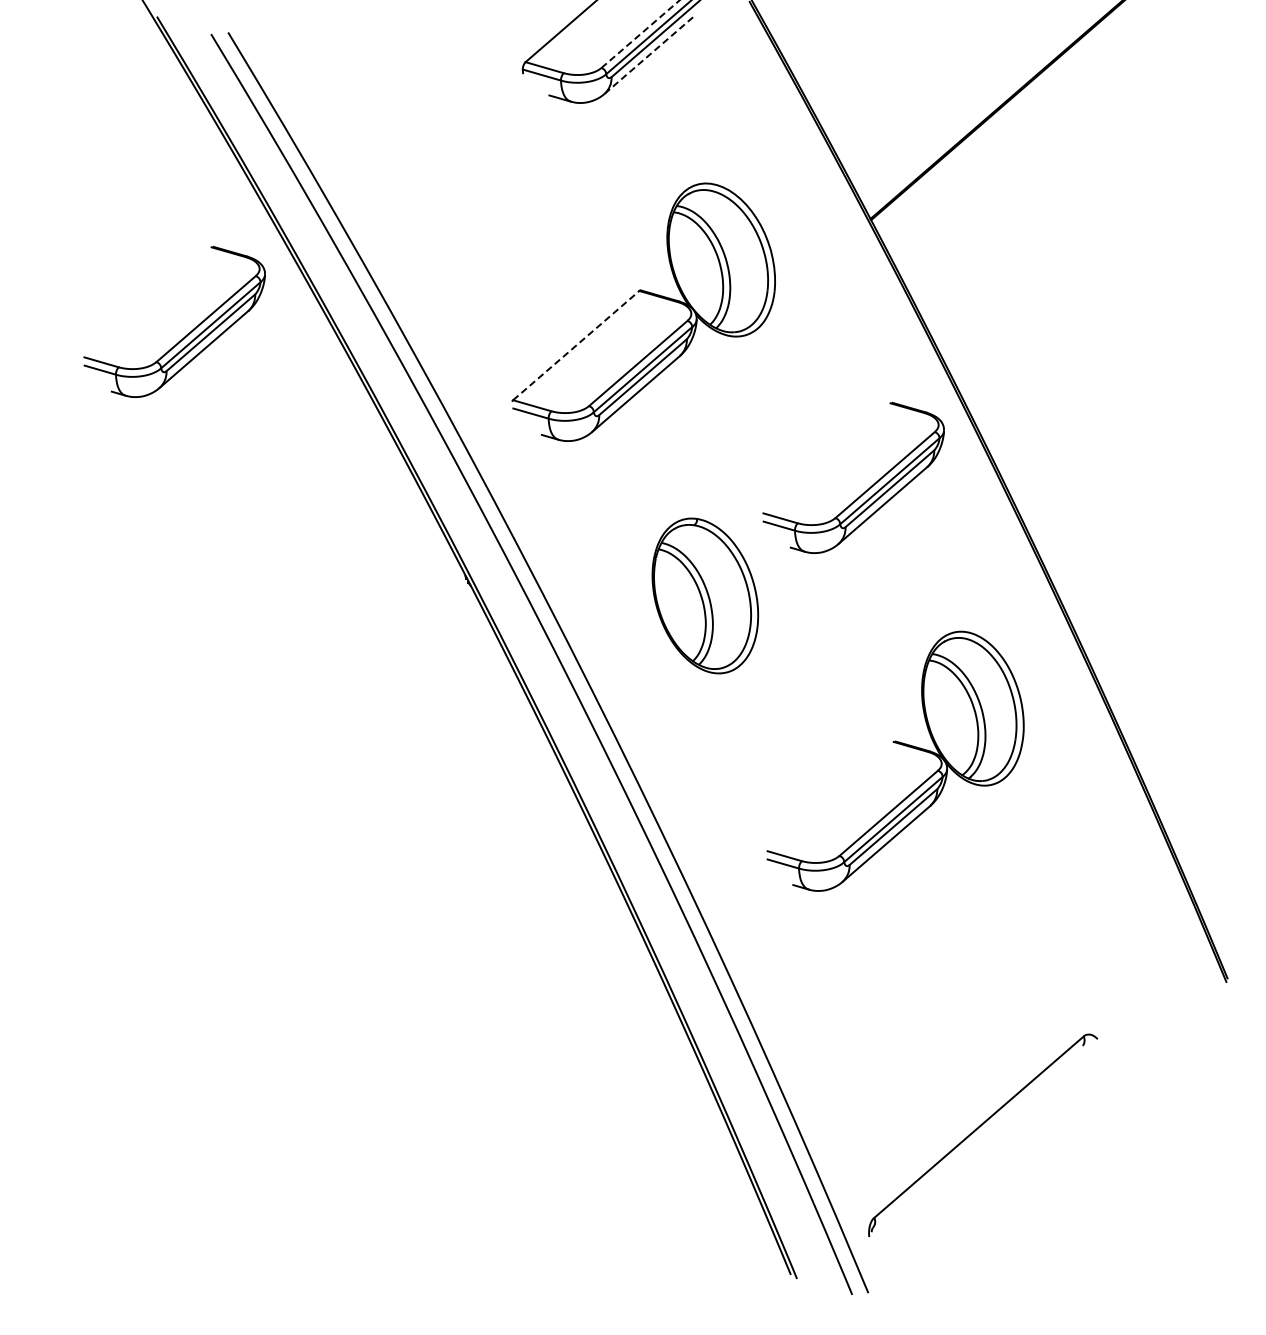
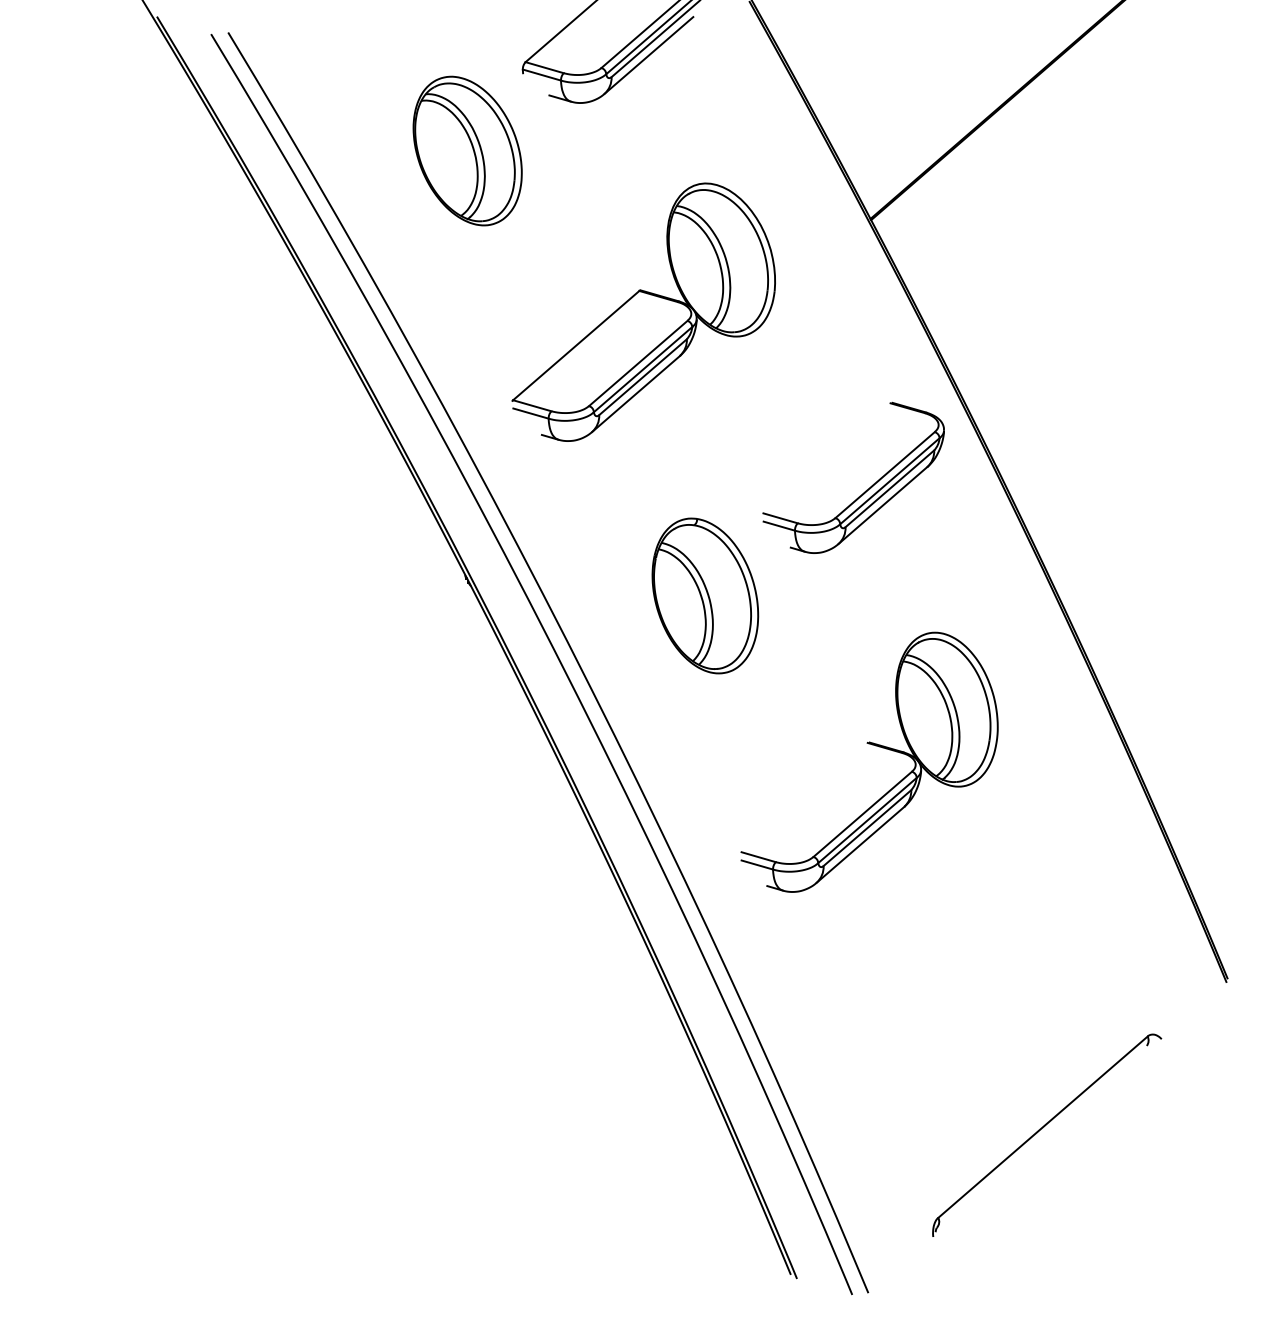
line at (640, 34): dashed -> solid
line at (648, 55): dashed -> solid
part at (467, 150): none -> present
part at (187, 333): present -> none
line at (576, 345): dashed -> solid
part at (901, 745) position: (901, 745) -> (875, 746)
part at (979, 1128) position: (979, 1128) -> (1043, 1128)
